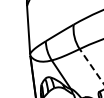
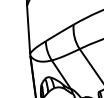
line at (91, 66): dashed -> solid
